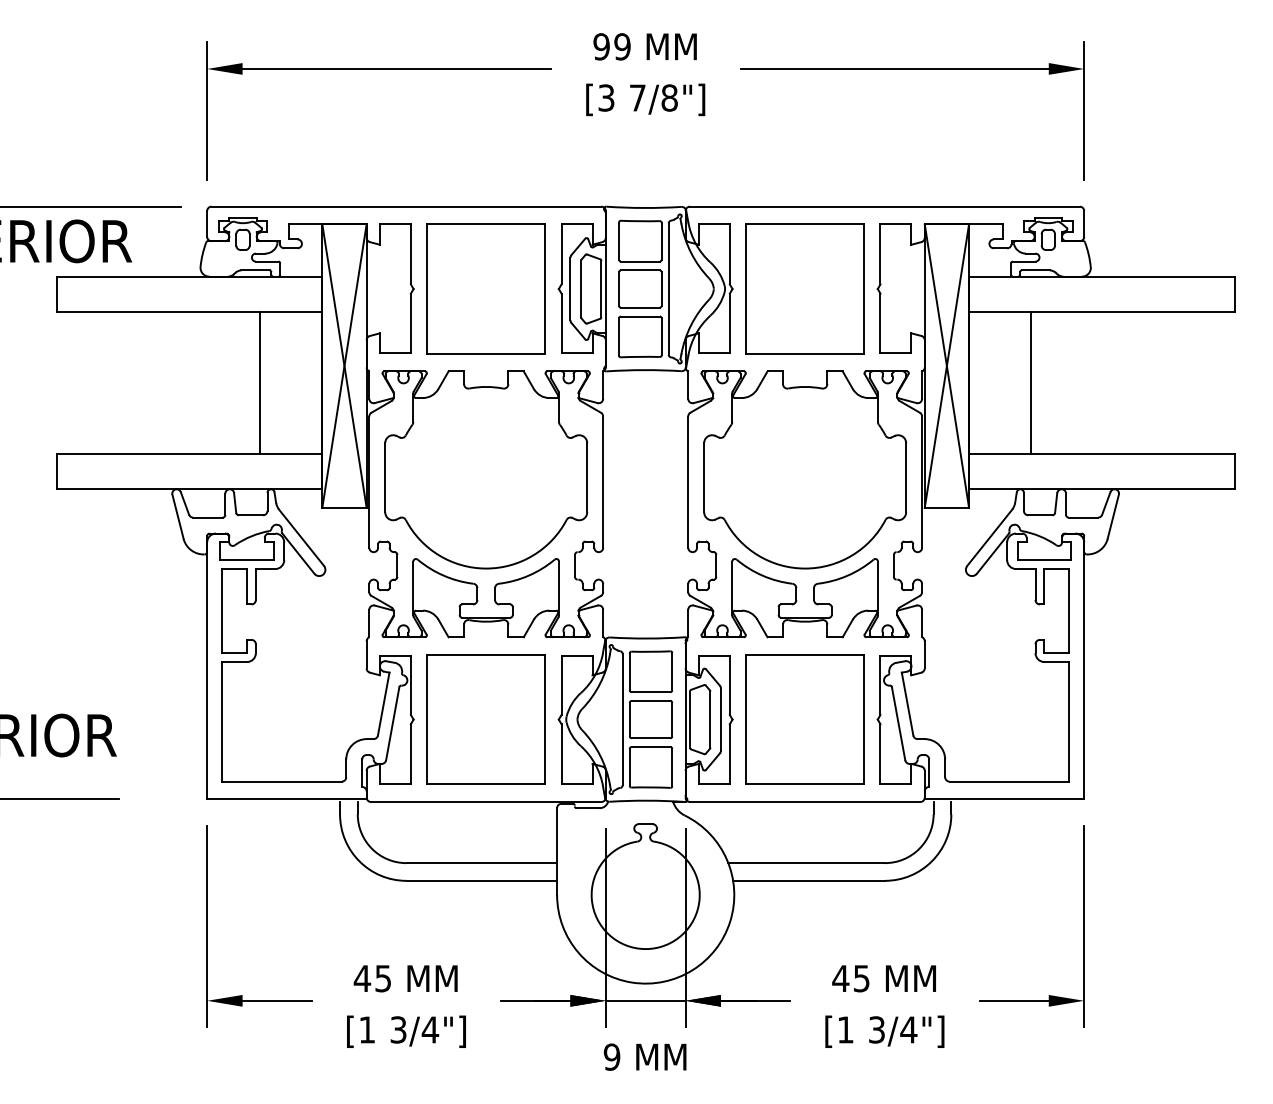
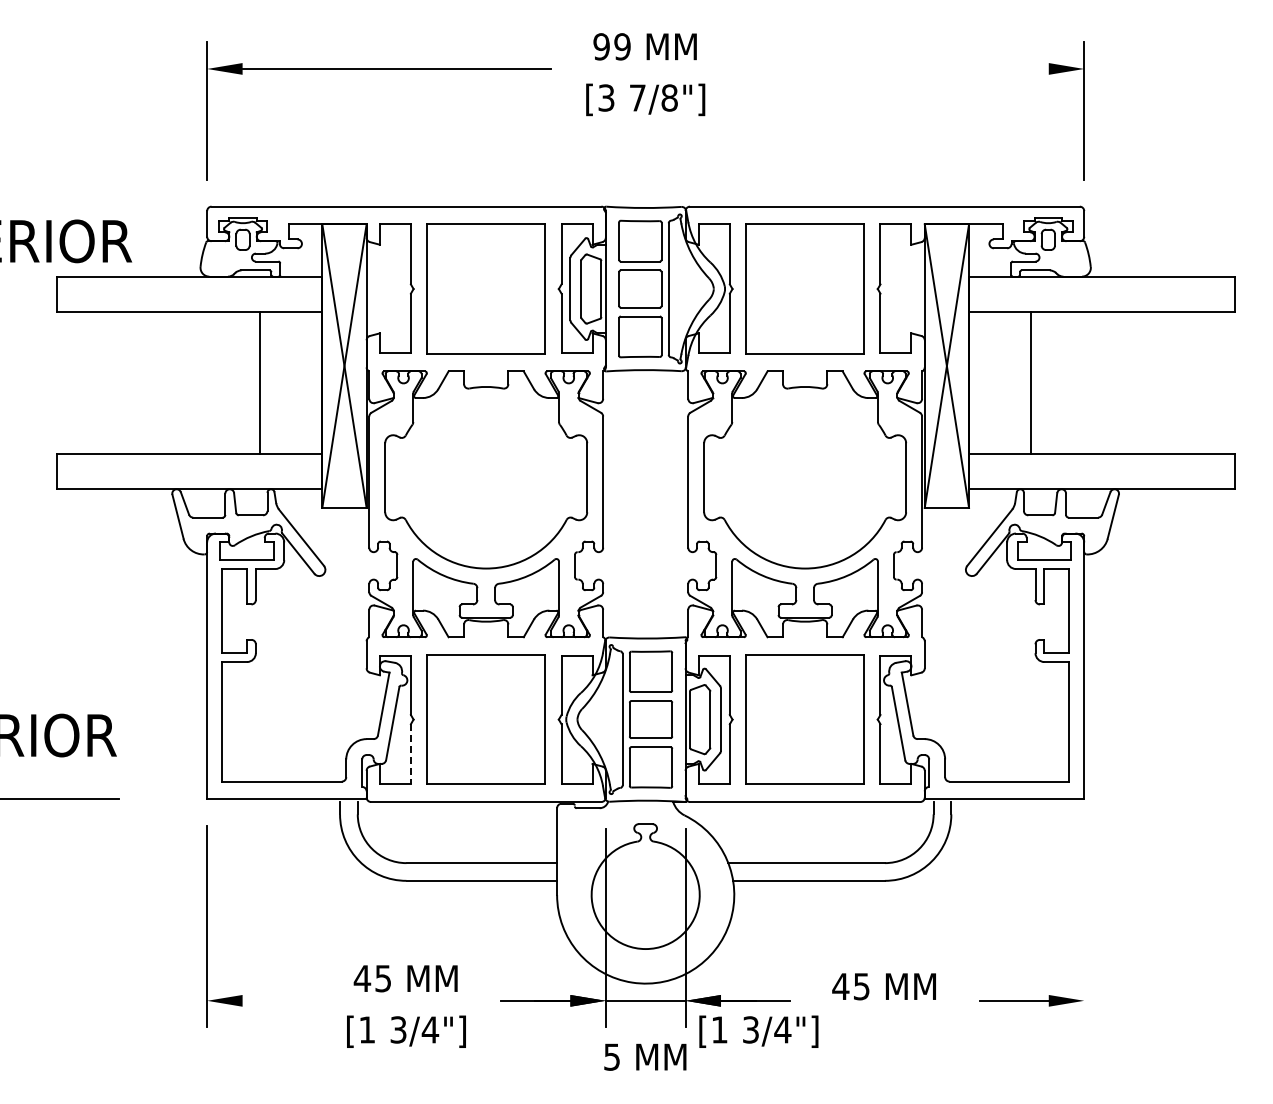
line at (894, 68): present -> none
line at (91, 206): present -> none
line at (410, 754): solid -> dashed
line at (1084, 926): present -> none
text at (883, 978) position: (883, 978) -> (883, 986)
line at (276, 1000): present -> none
text at (884, 1031) position: (884, 1031) -> (758, 1031)
text at (611, 1056): 9 -> 5
